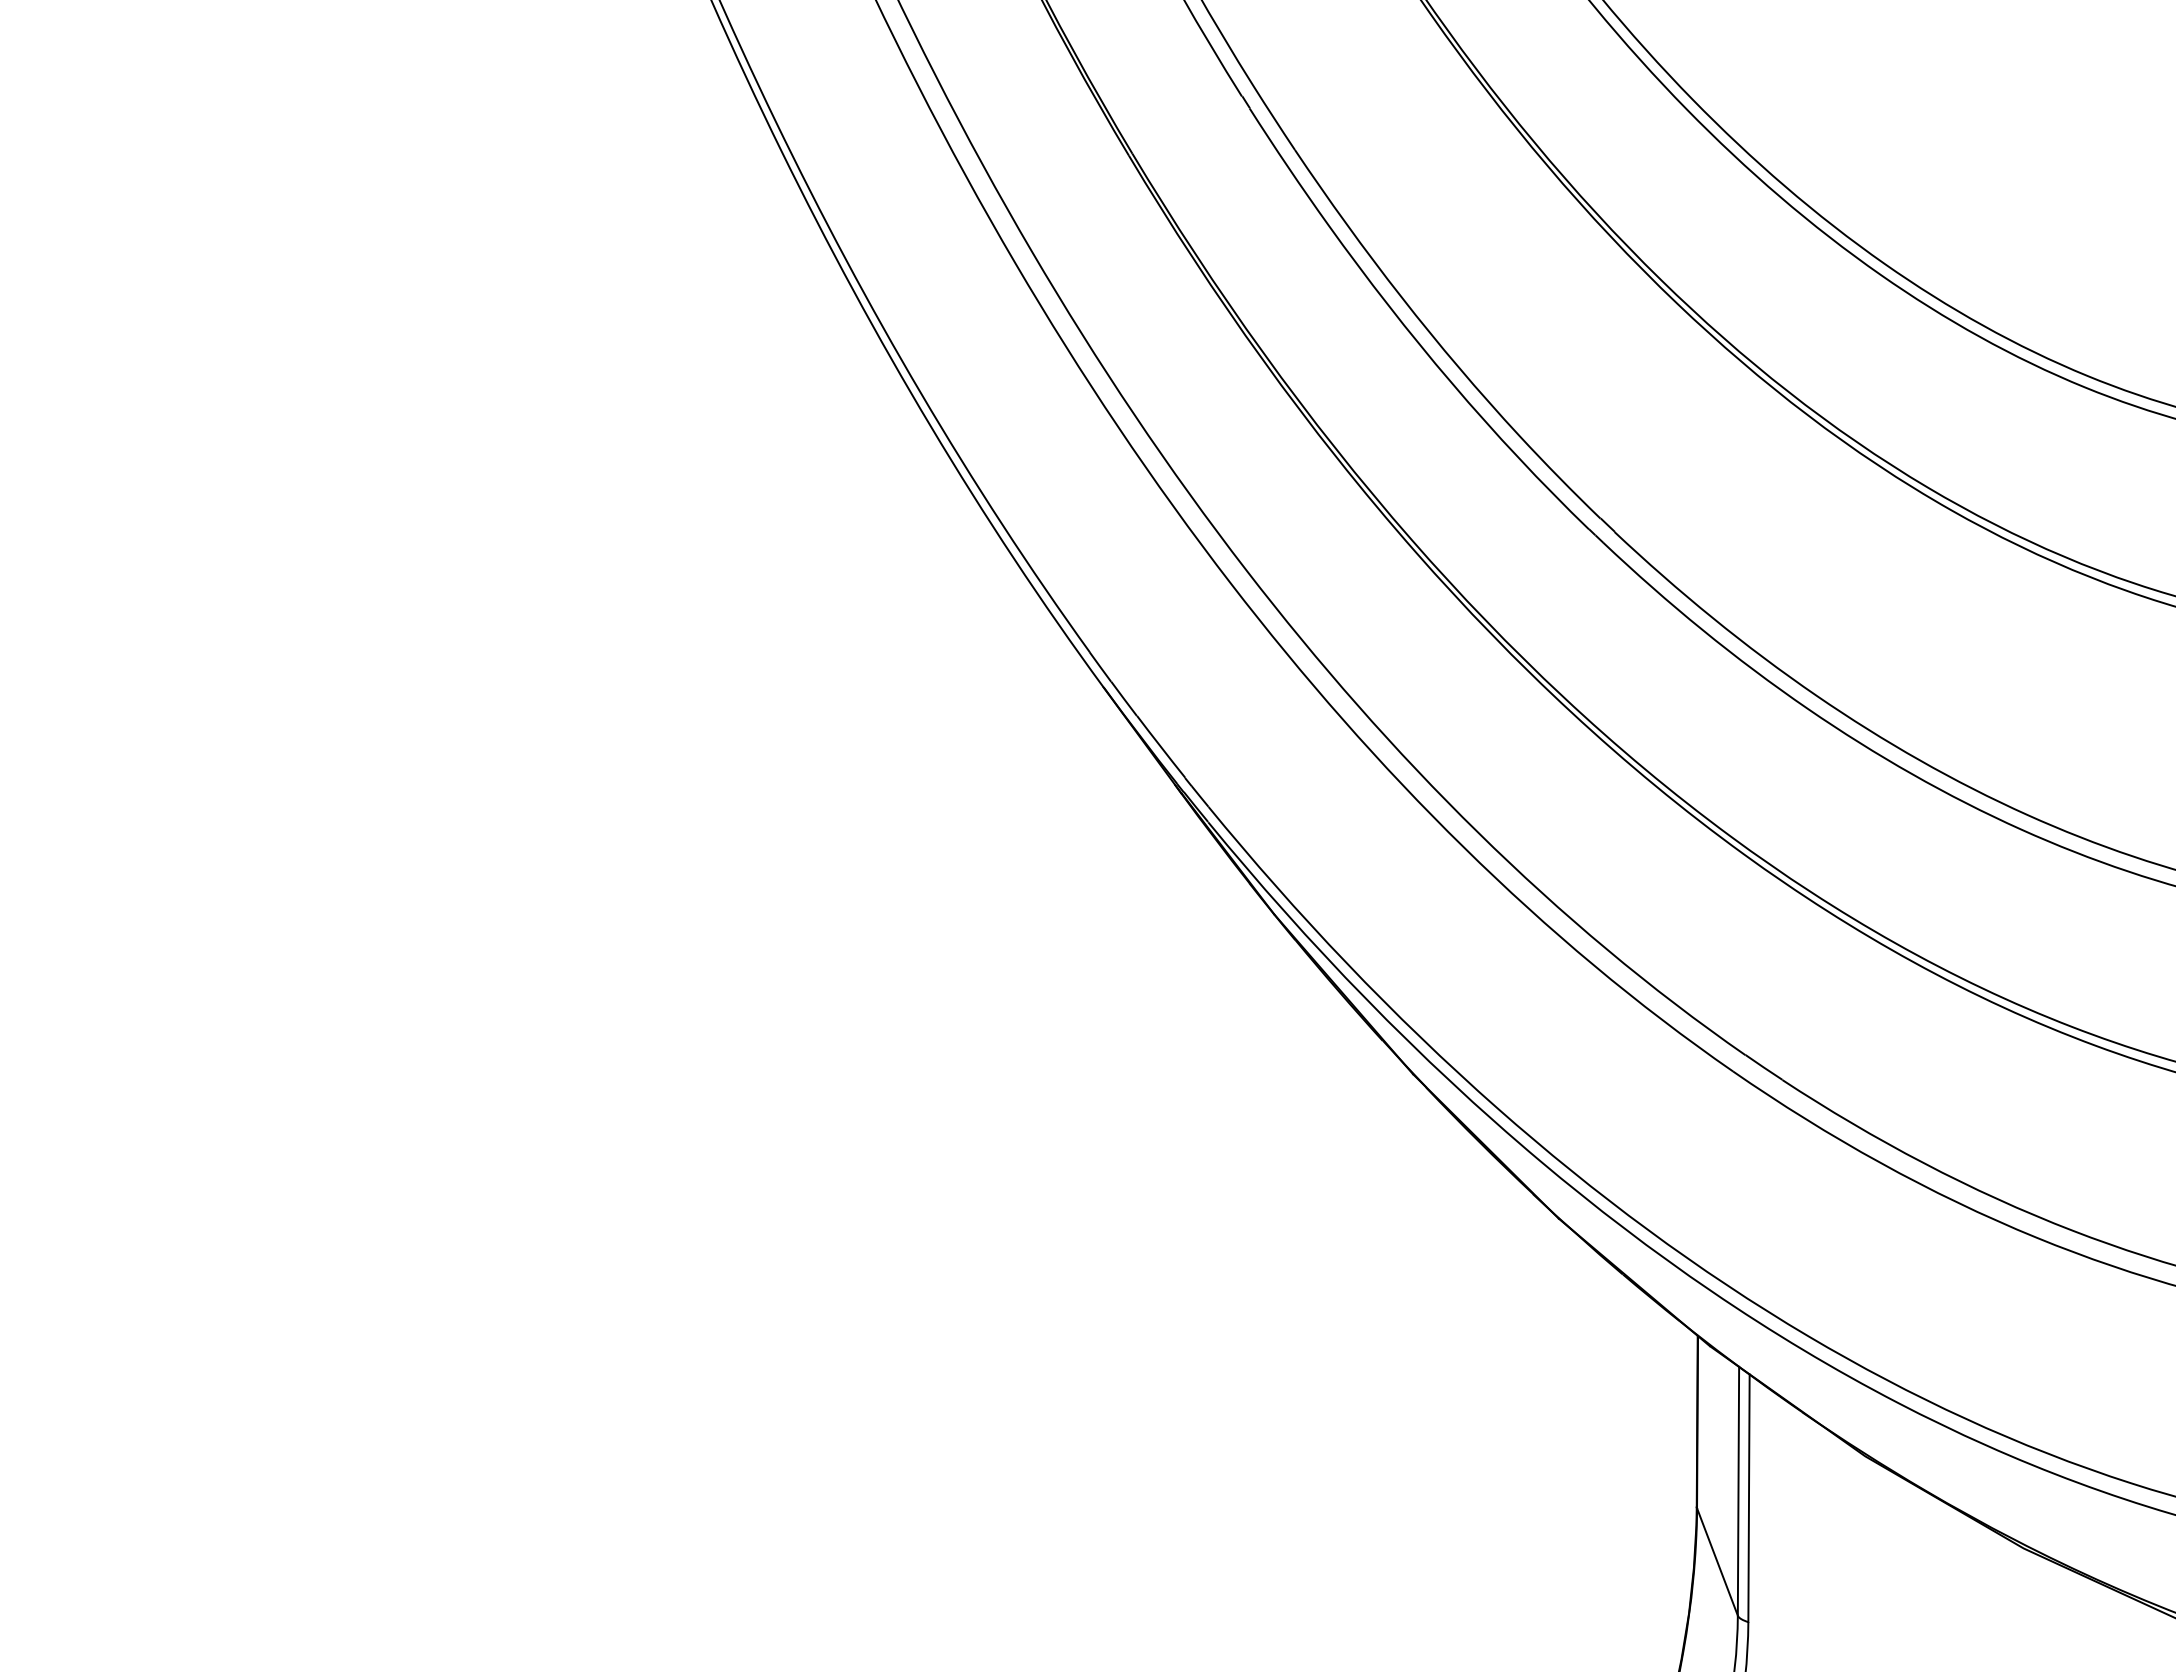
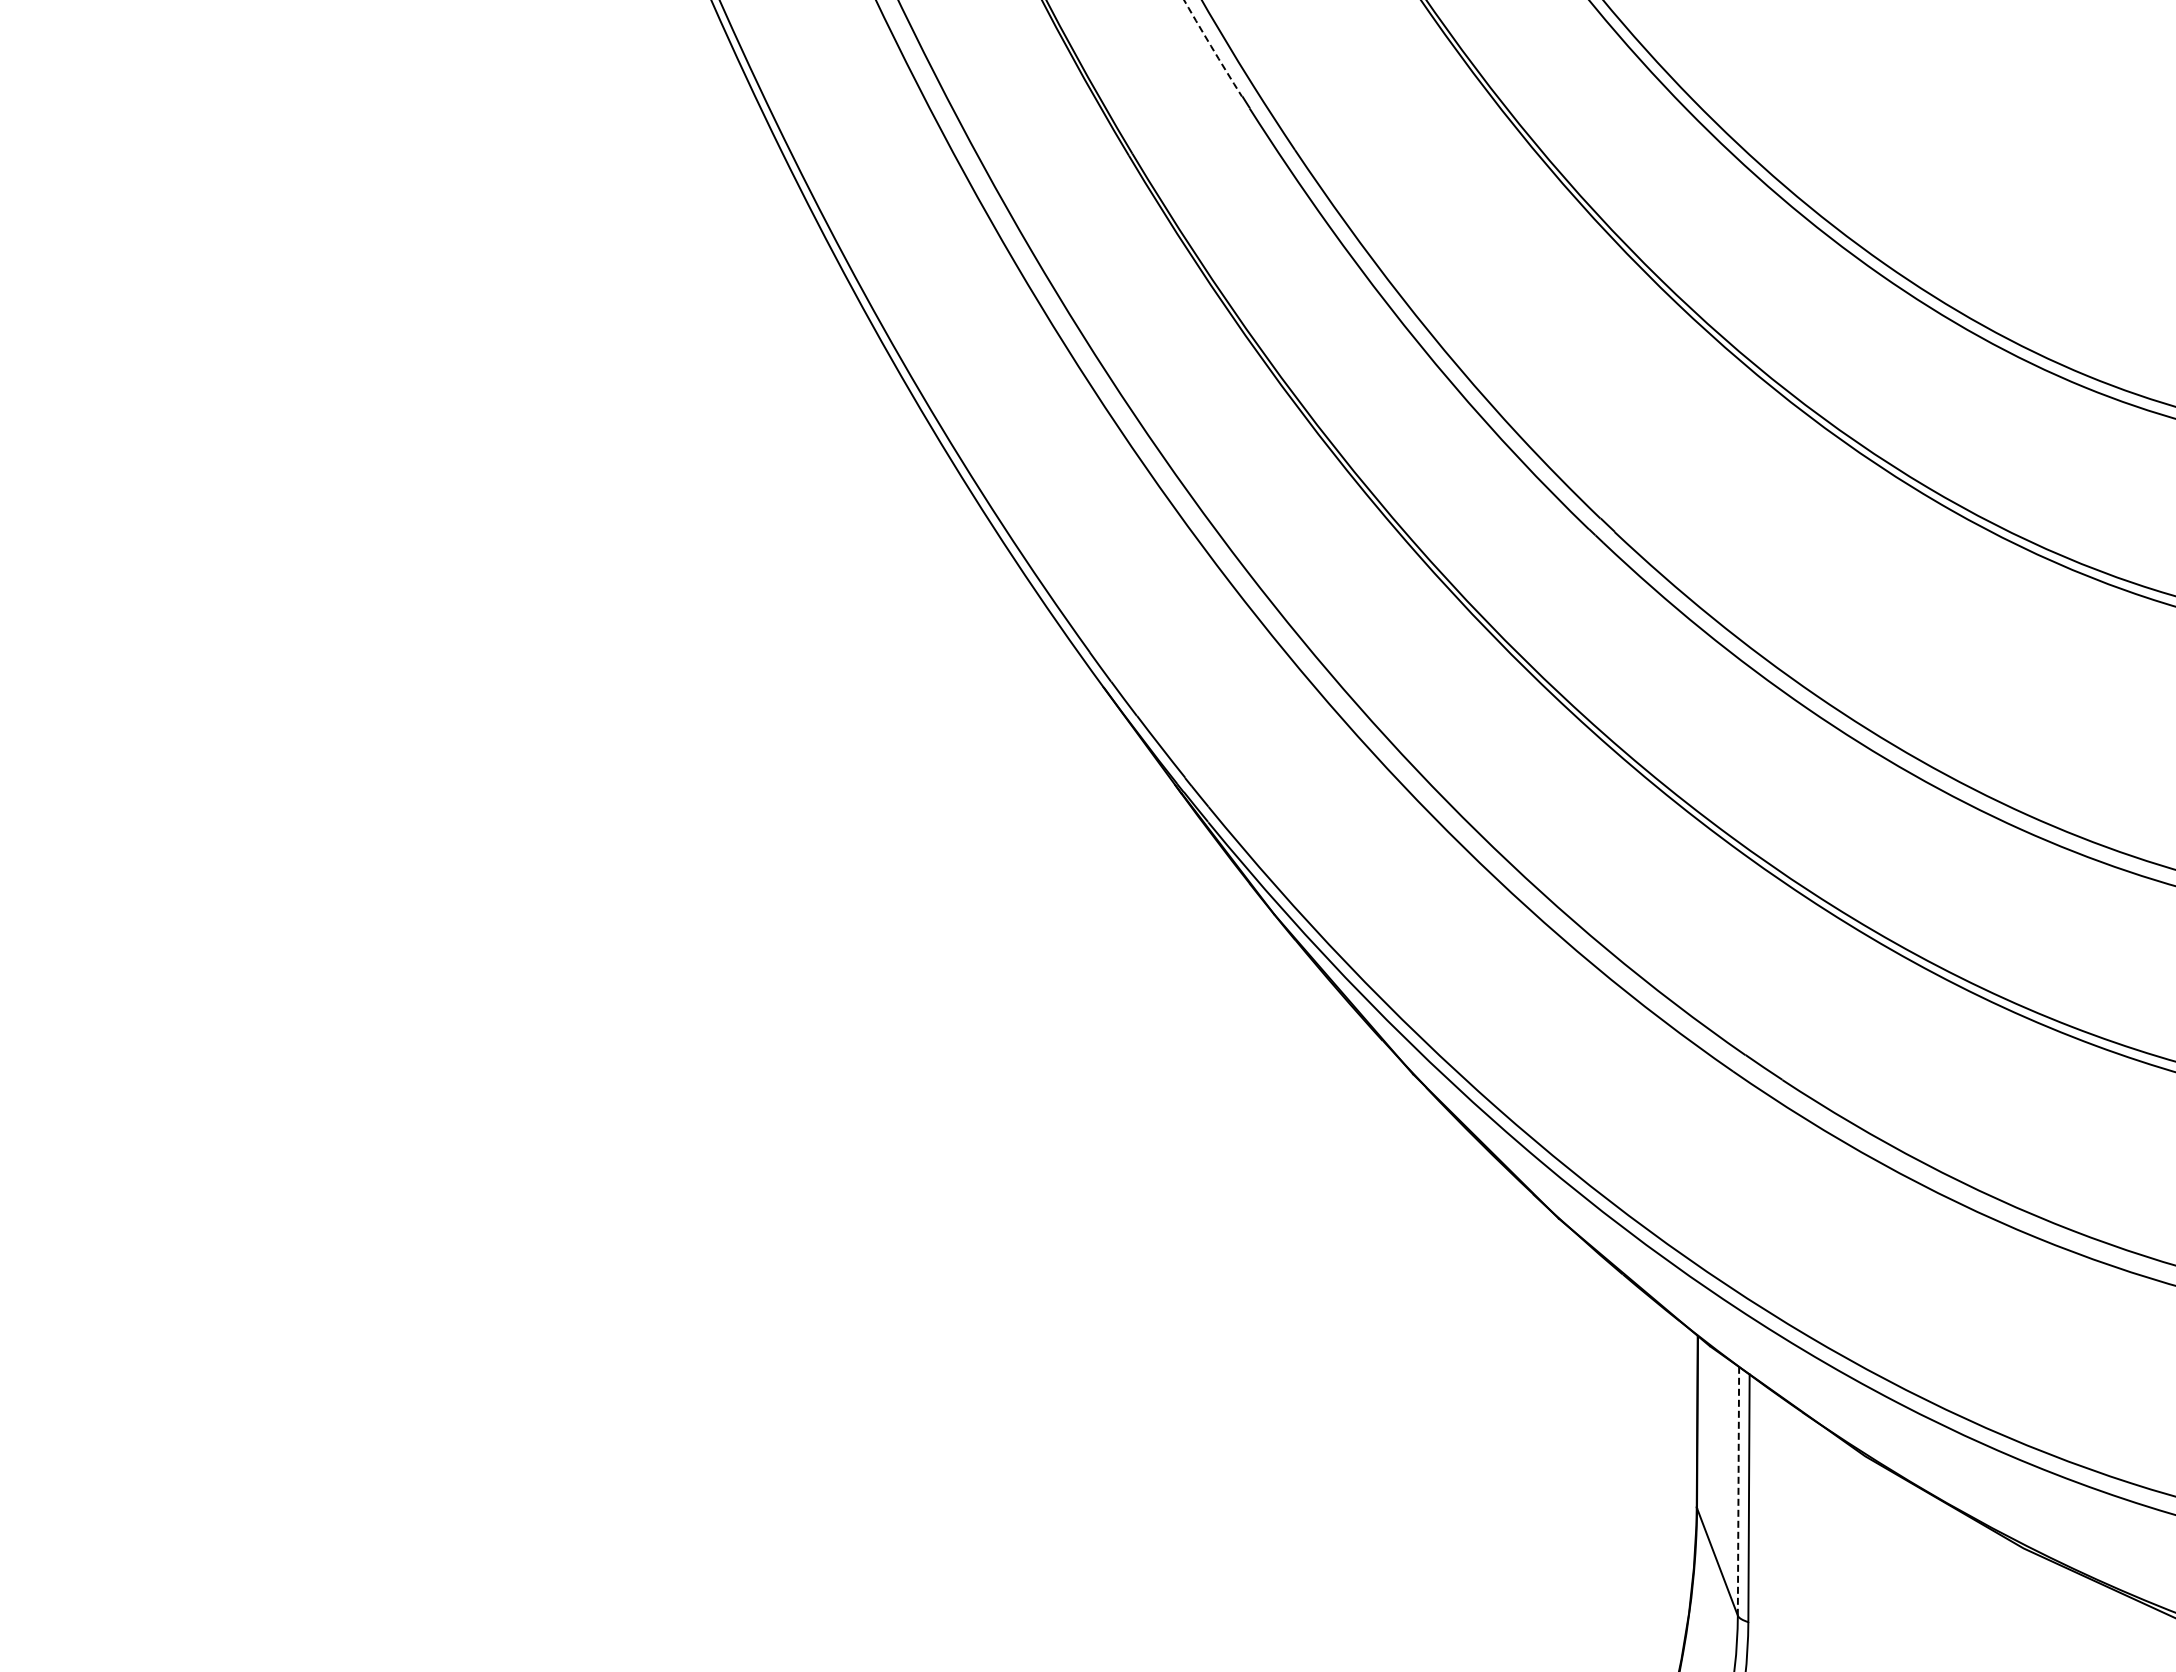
arc at (1212, 48): solid -> dashed
line at (1738, 1491): solid -> dashed
